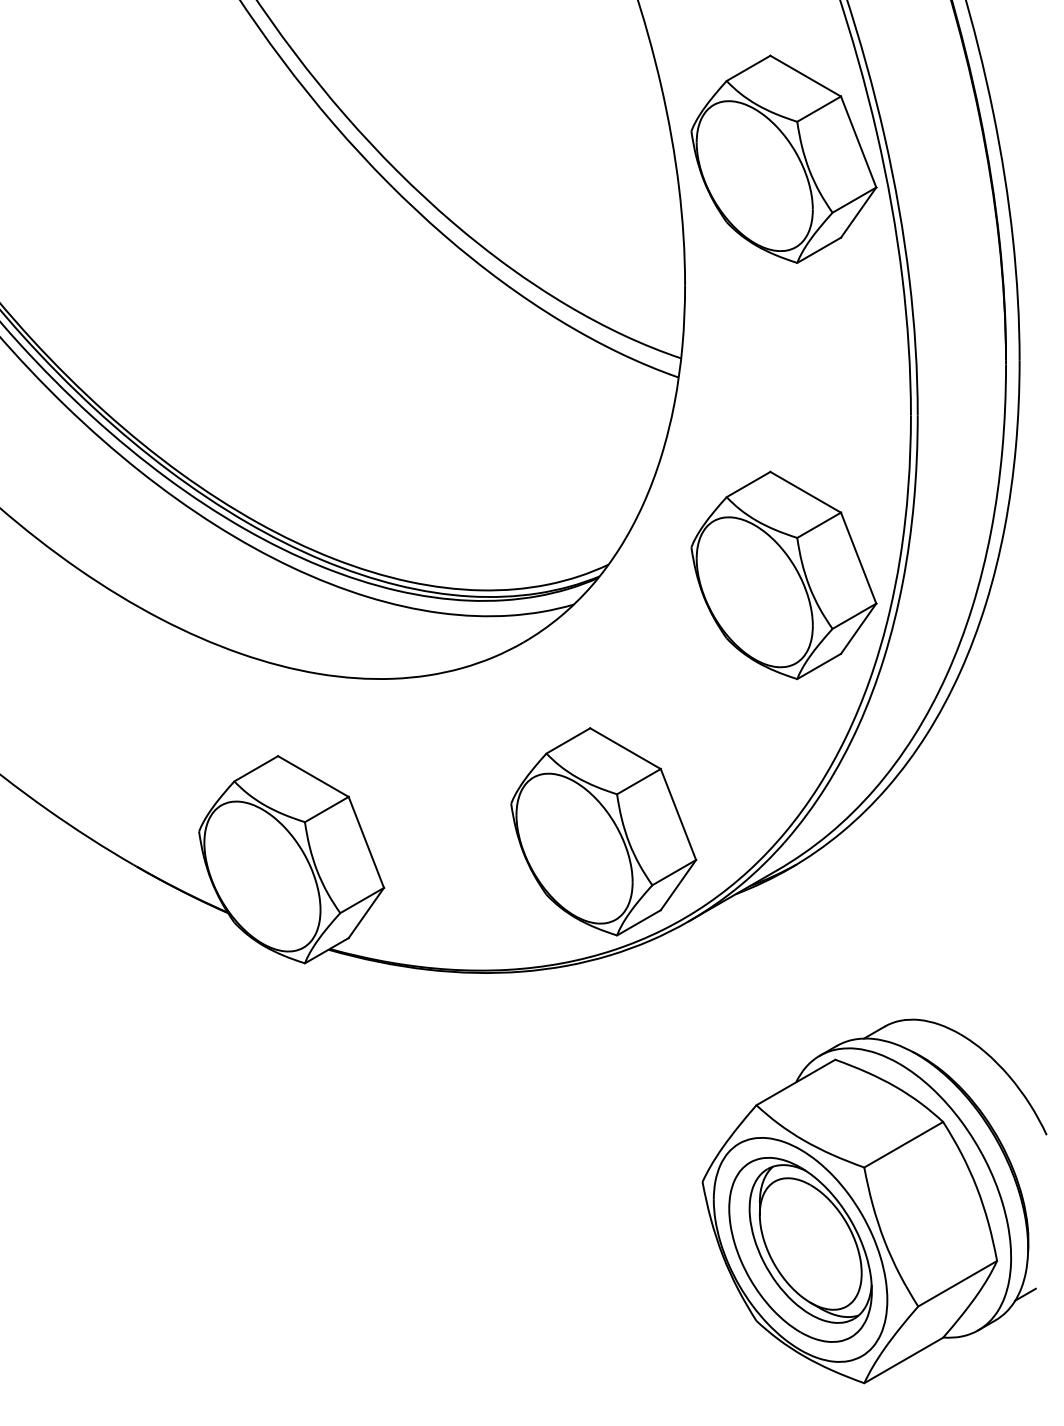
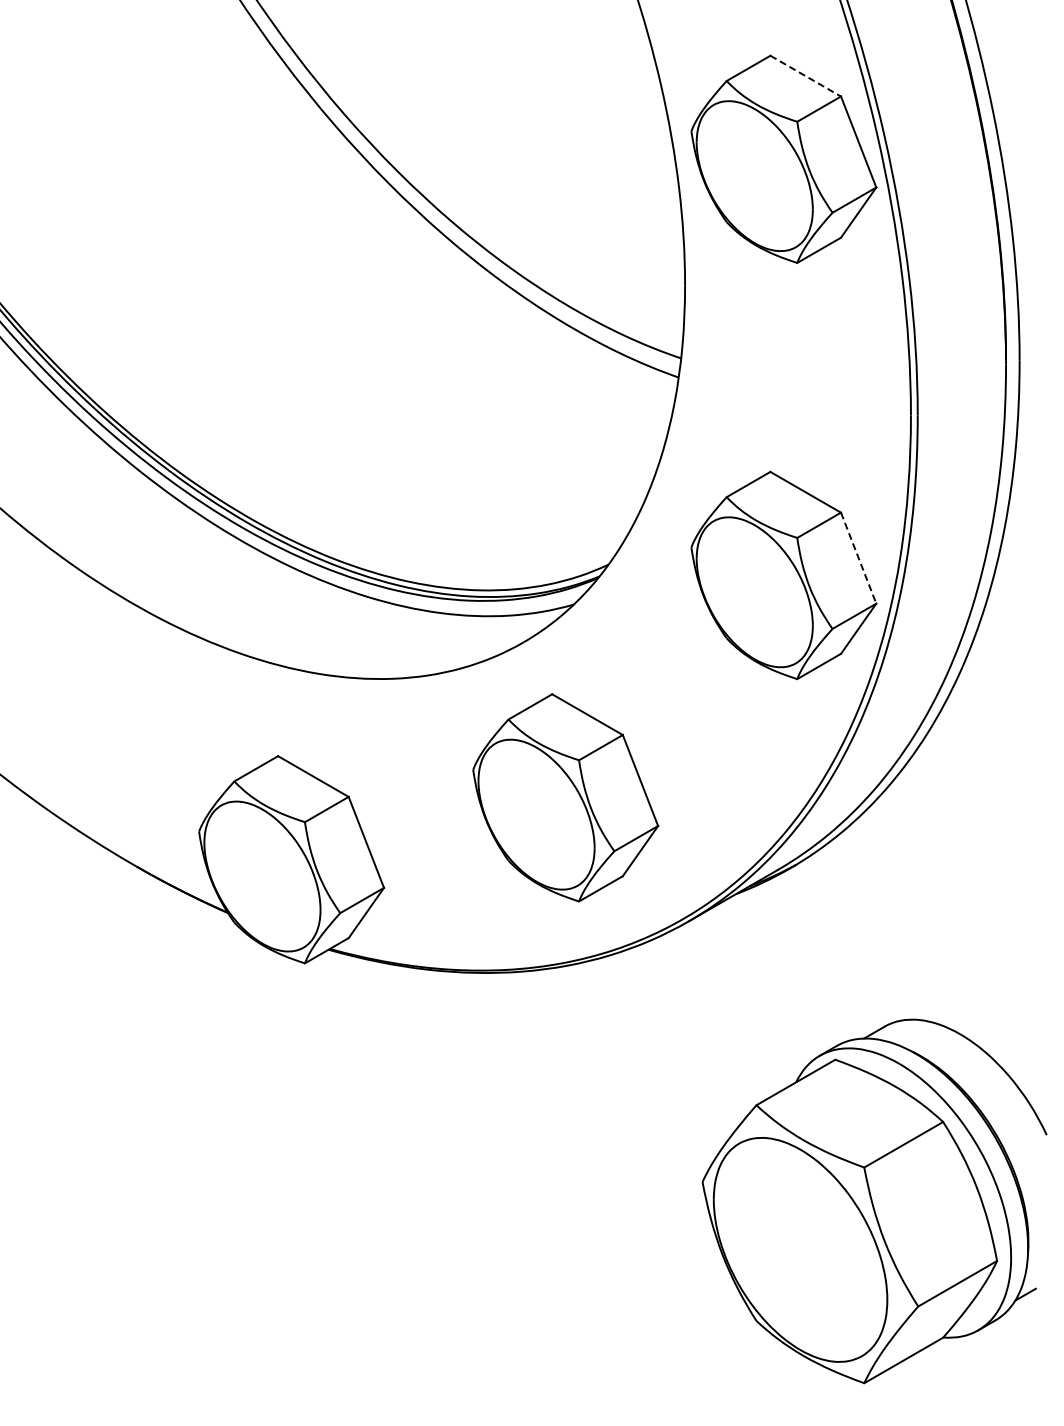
line at (805, 76): solid -> dashed
line at (858, 558): solid -> dashed
part at (603, 831) position: (603, 831) -> (565, 797)
part at (800, 1249): present -> none
